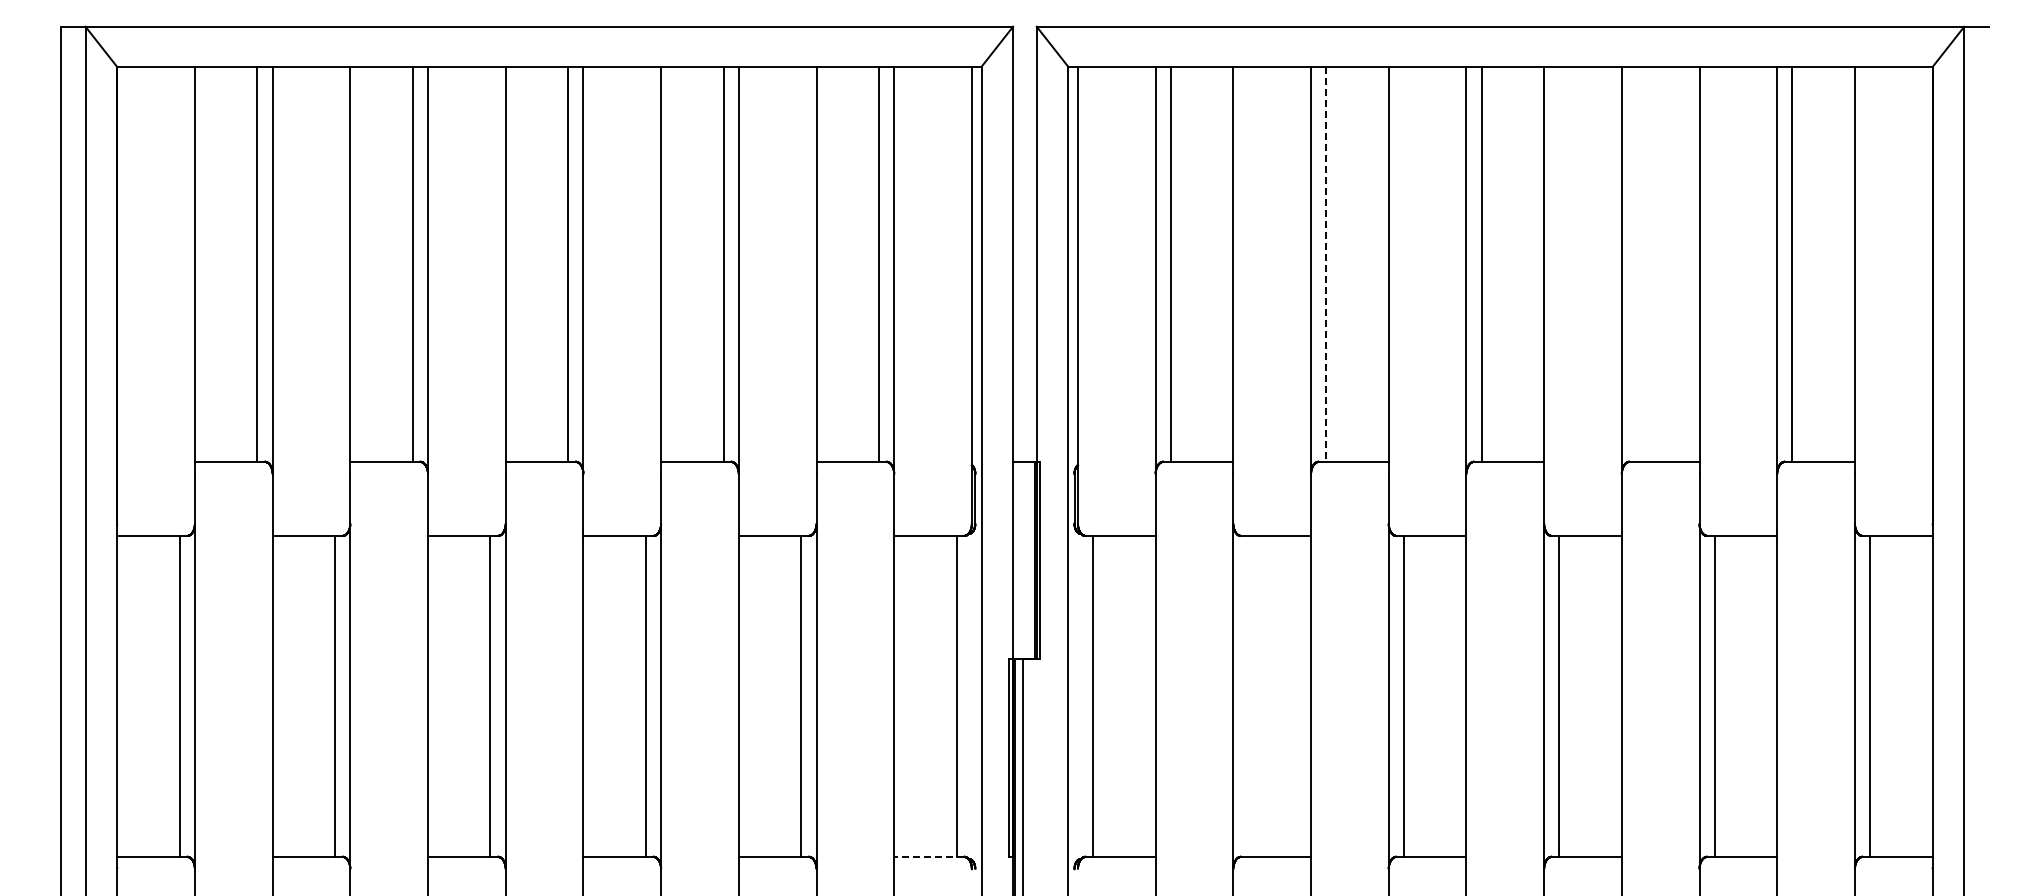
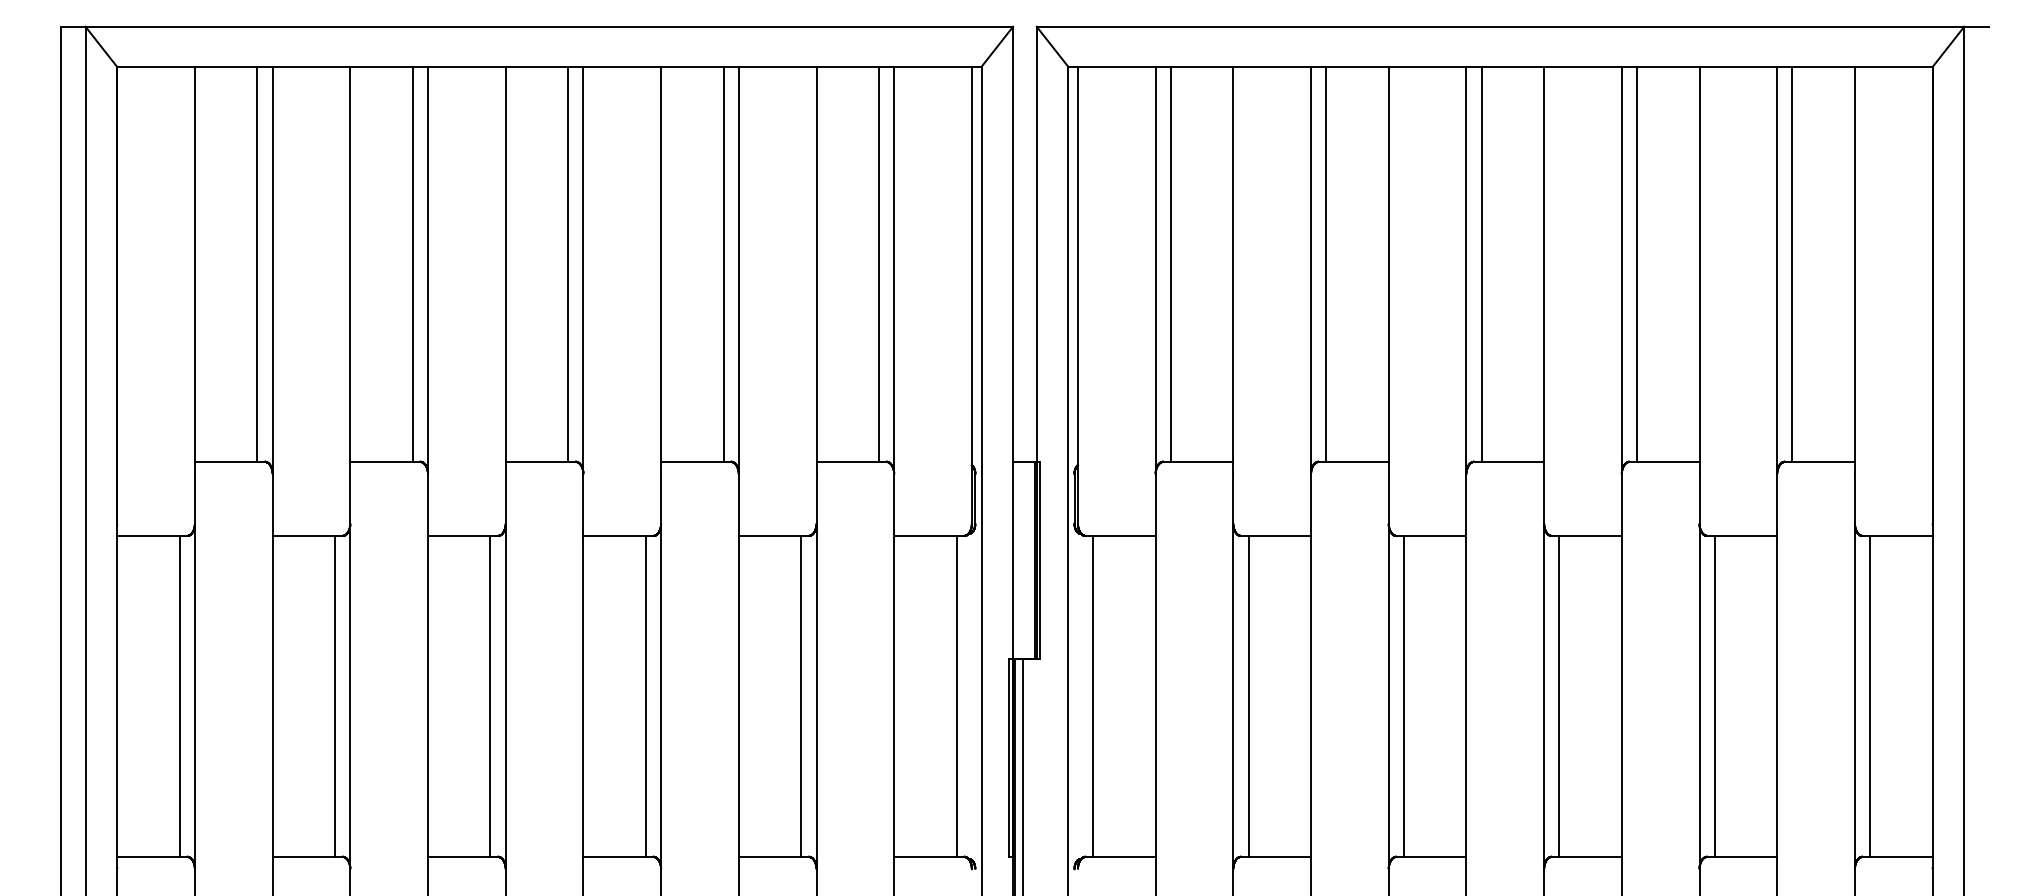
line at (1637, 263): none -> present
line at (1326, 264): dashed -> solid
line at (1248, 695): none -> present
line at (928, 856): dashed -> solid
